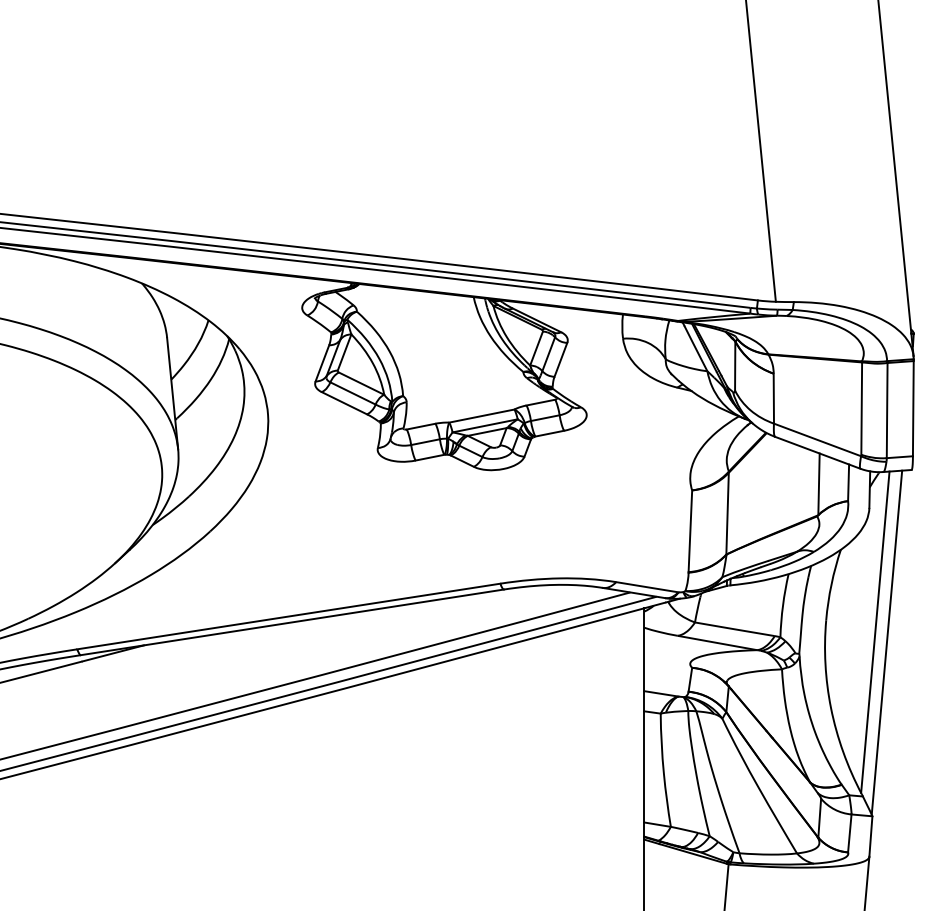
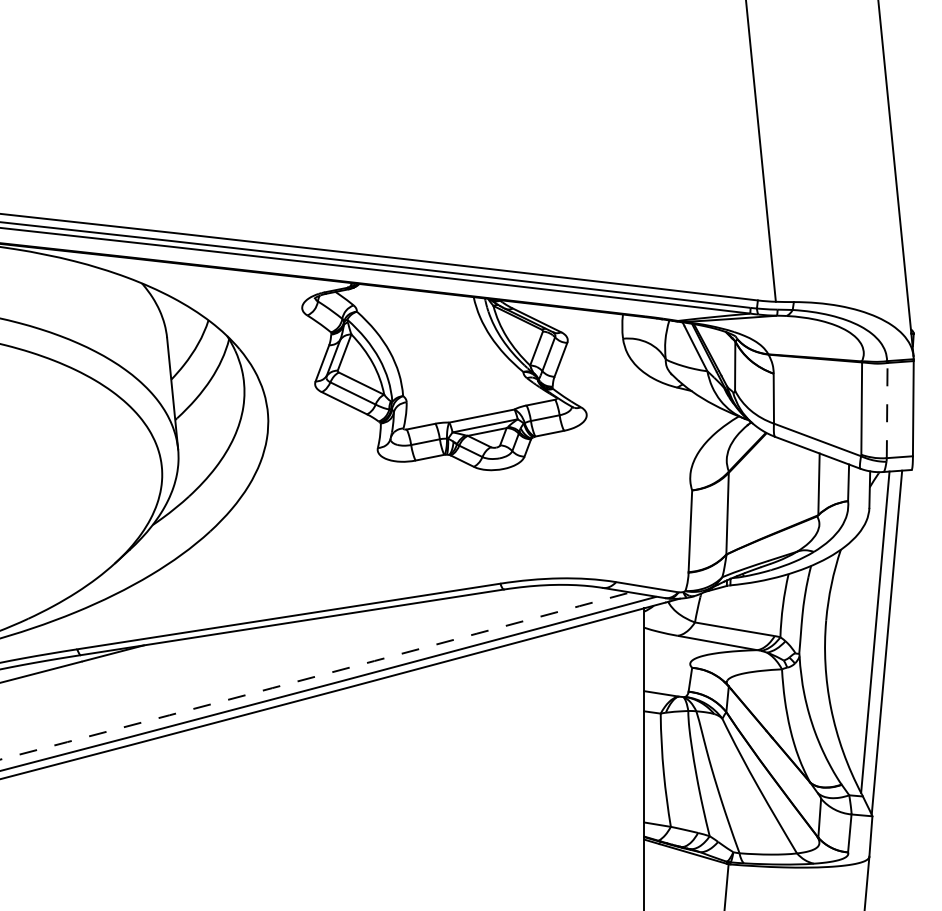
line at (887, 410): solid -> dashed
arc at (315, 676): solid -> dashed
